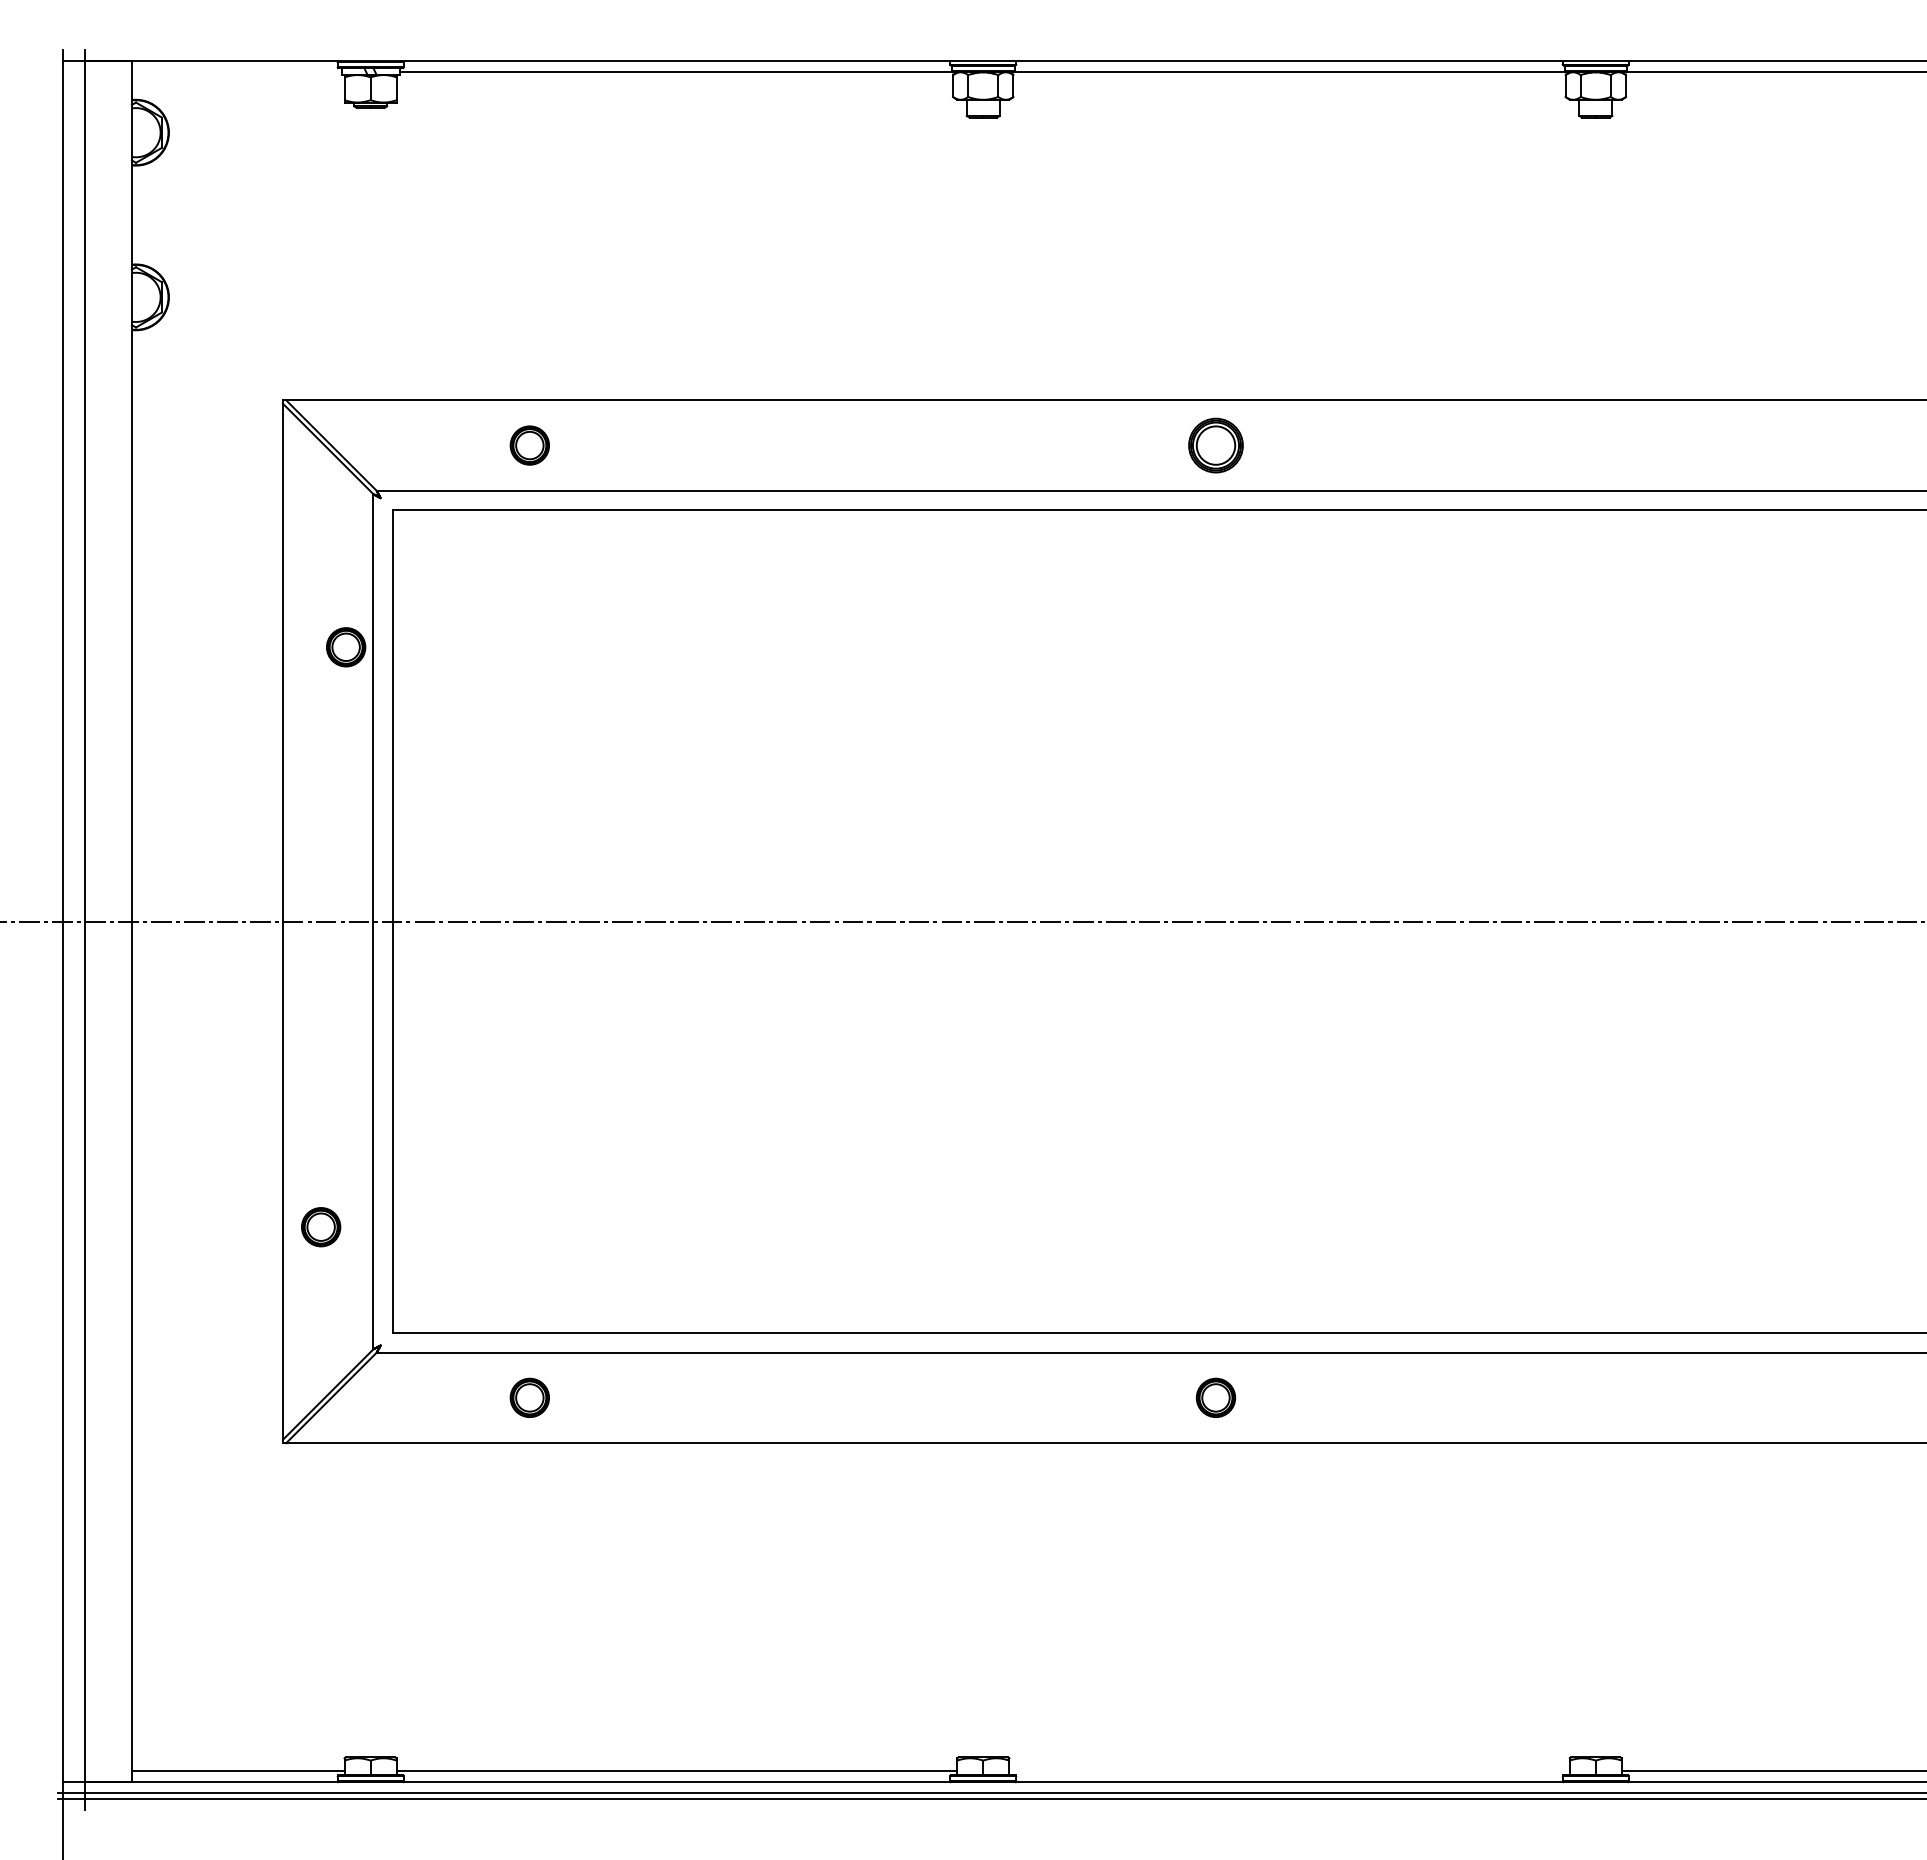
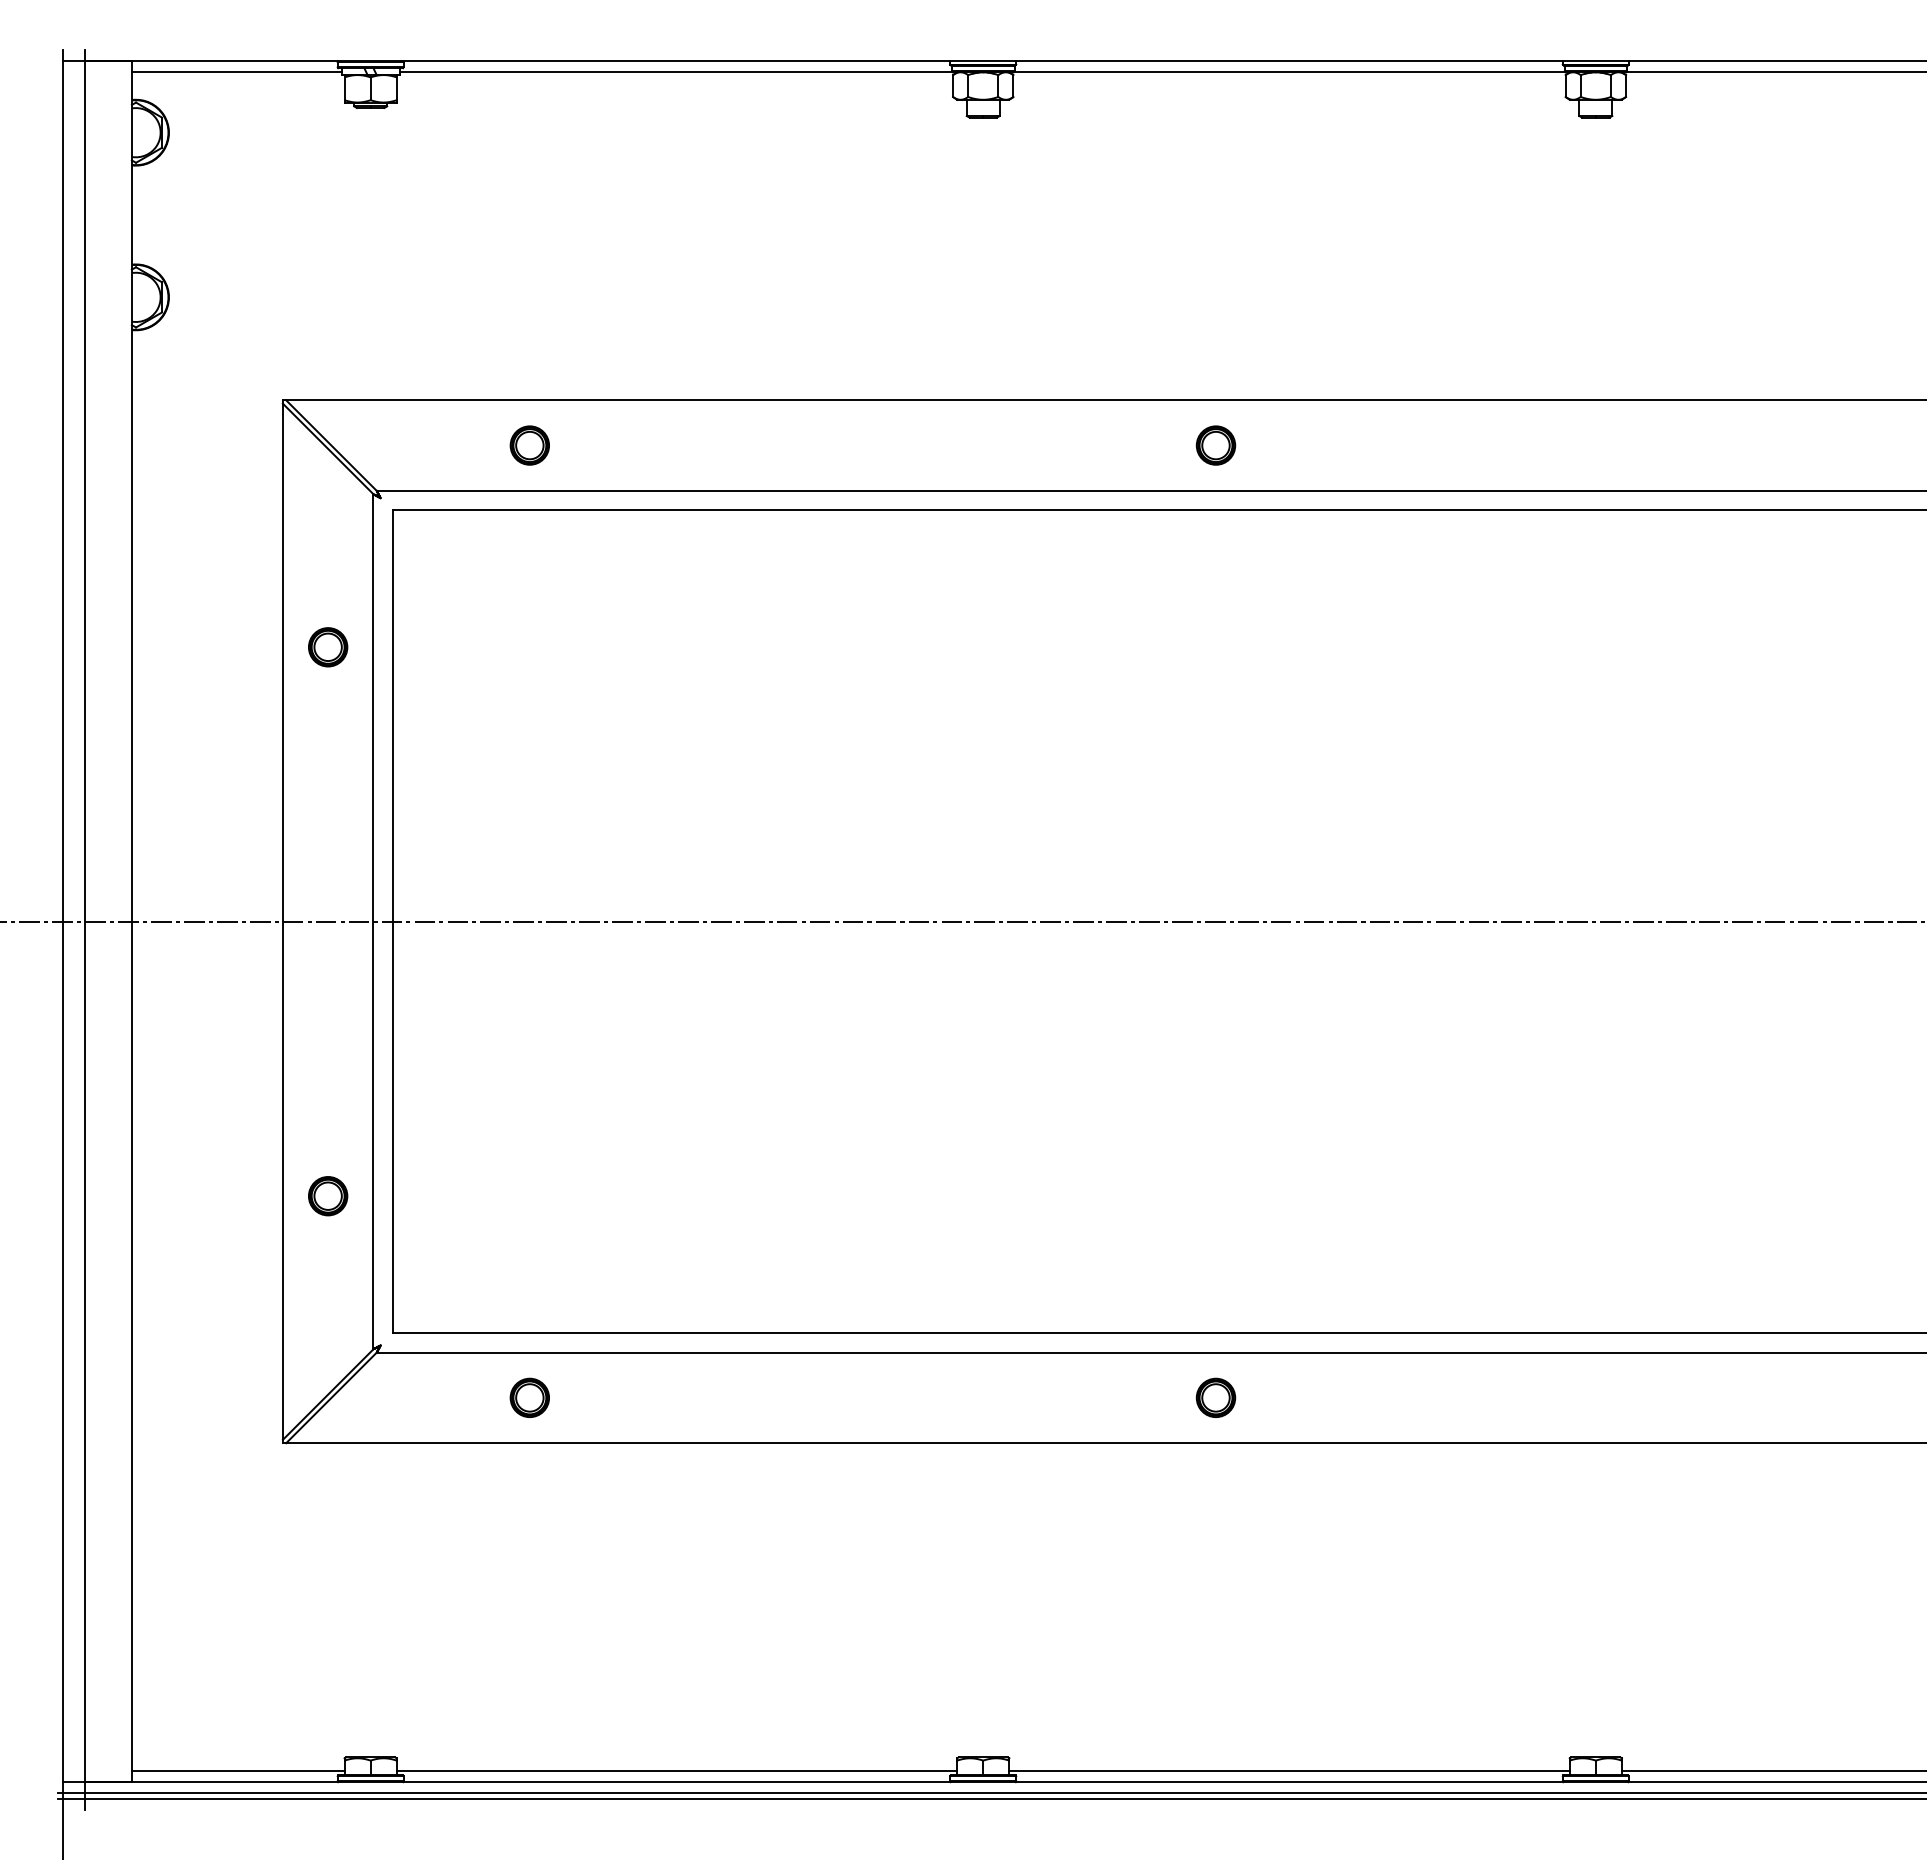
line at (236, 72): none -> present
part at (1215, 445) size: 56x57 px -> 42x41 px
part at (346, 647) position: (346, 647) -> (328, 647)
part at (321, 1227) position: (321, 1227) -> (328, 1196)
line at (1289, 1771): none -> present
